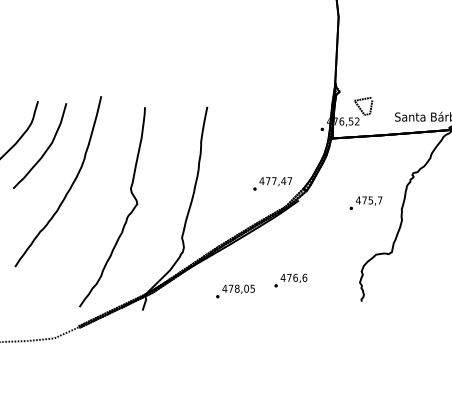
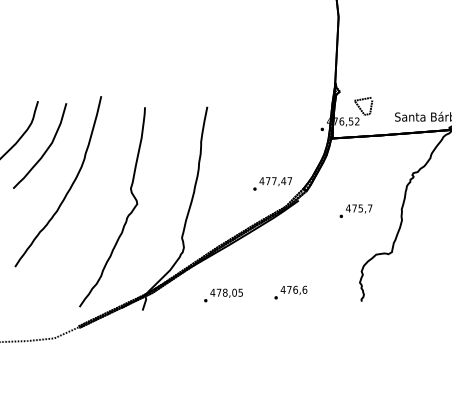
text at (365, 202) position: (365, 202) -> (355, 210)
text at (290, 280) position: (290, 280) -> (290, 292)
text at (235, 291) position: (235, 291) -> (223, 295)
